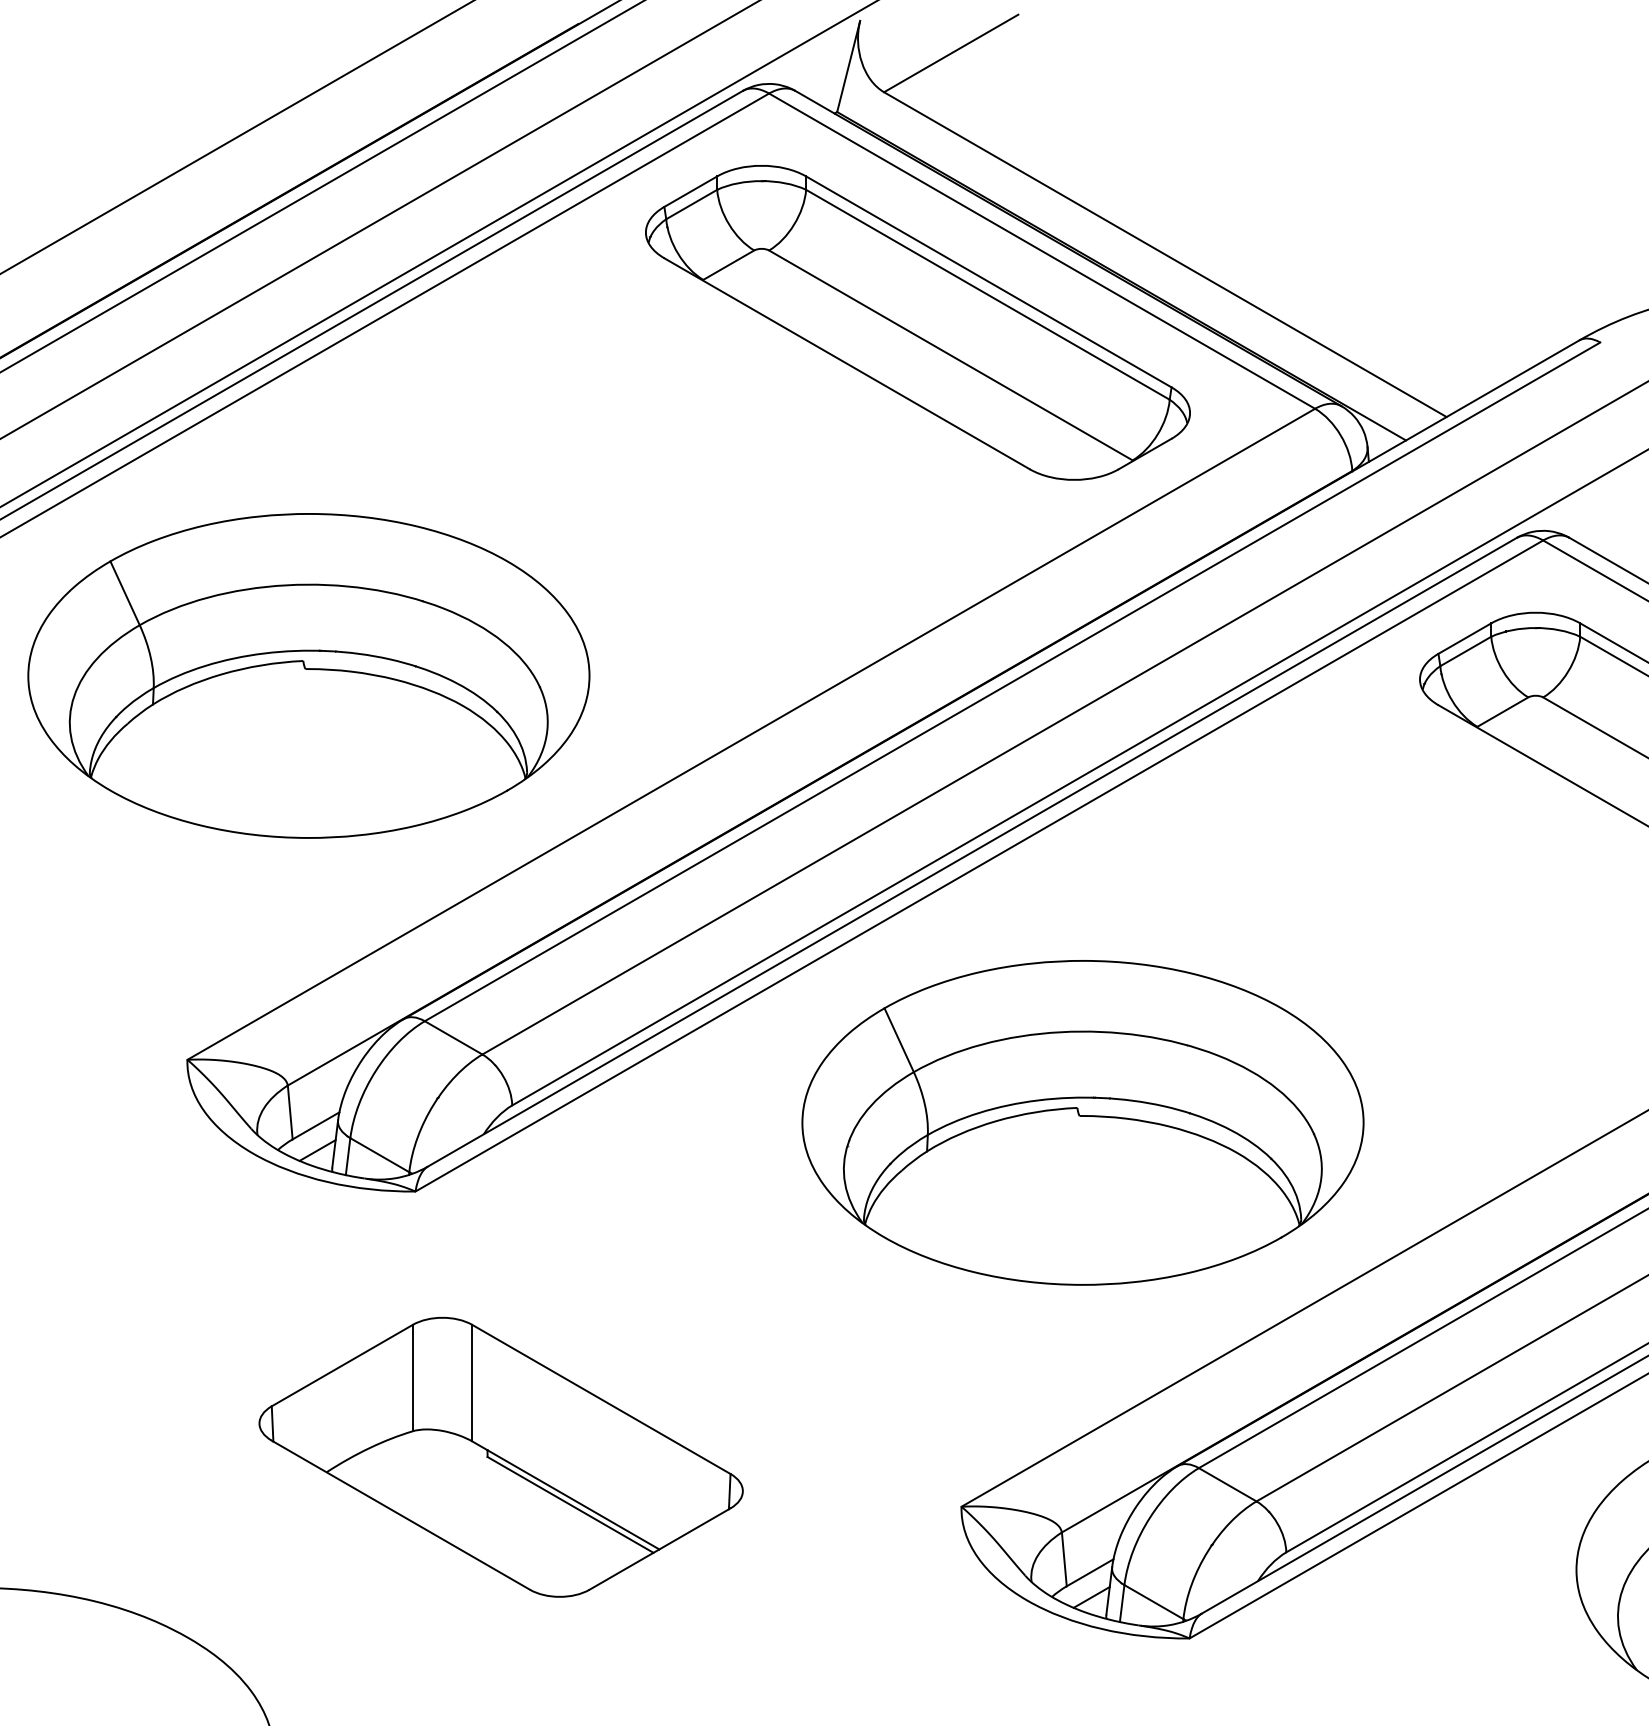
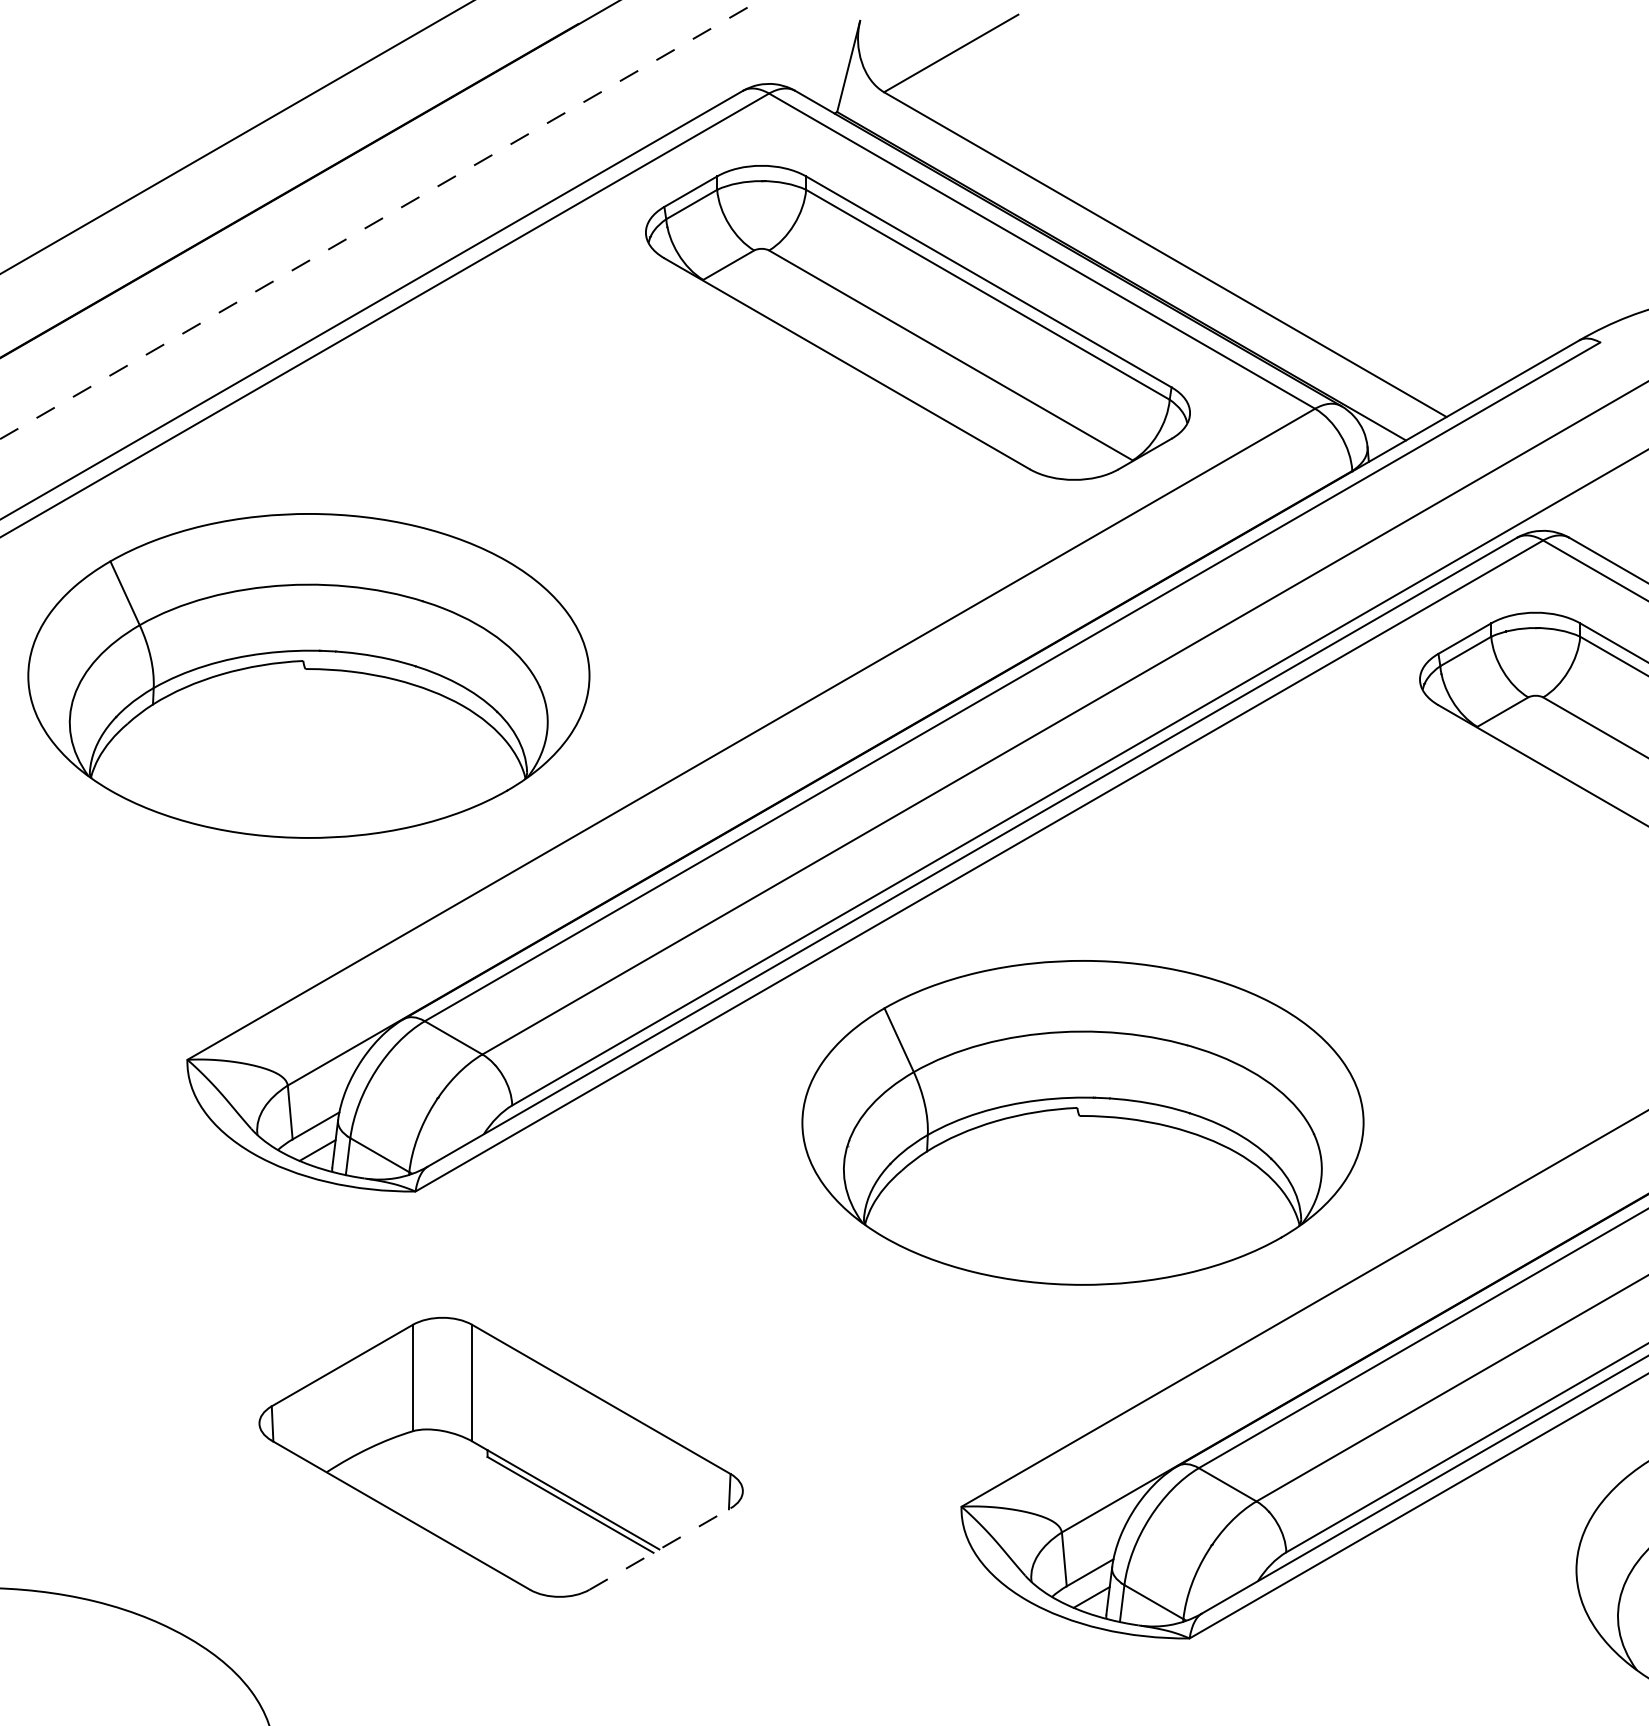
line at (321, 186): present -> none
line at (380, 219): solid -> dashed
line at (438, 254): present -> none
line at (660, 1548): solid -> dashed
